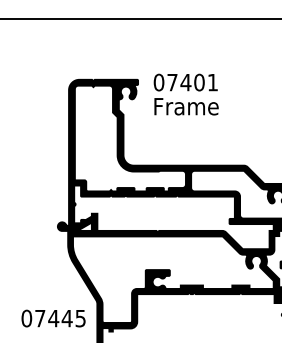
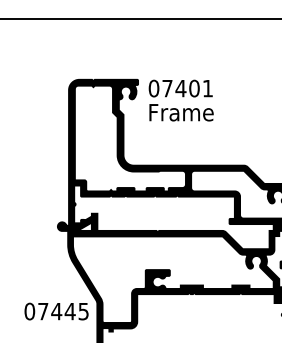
text at (185, 94) position: (185, 94) -> (180, 100)
text at (53, 318) position: (53, 318) -> (56, 311)
